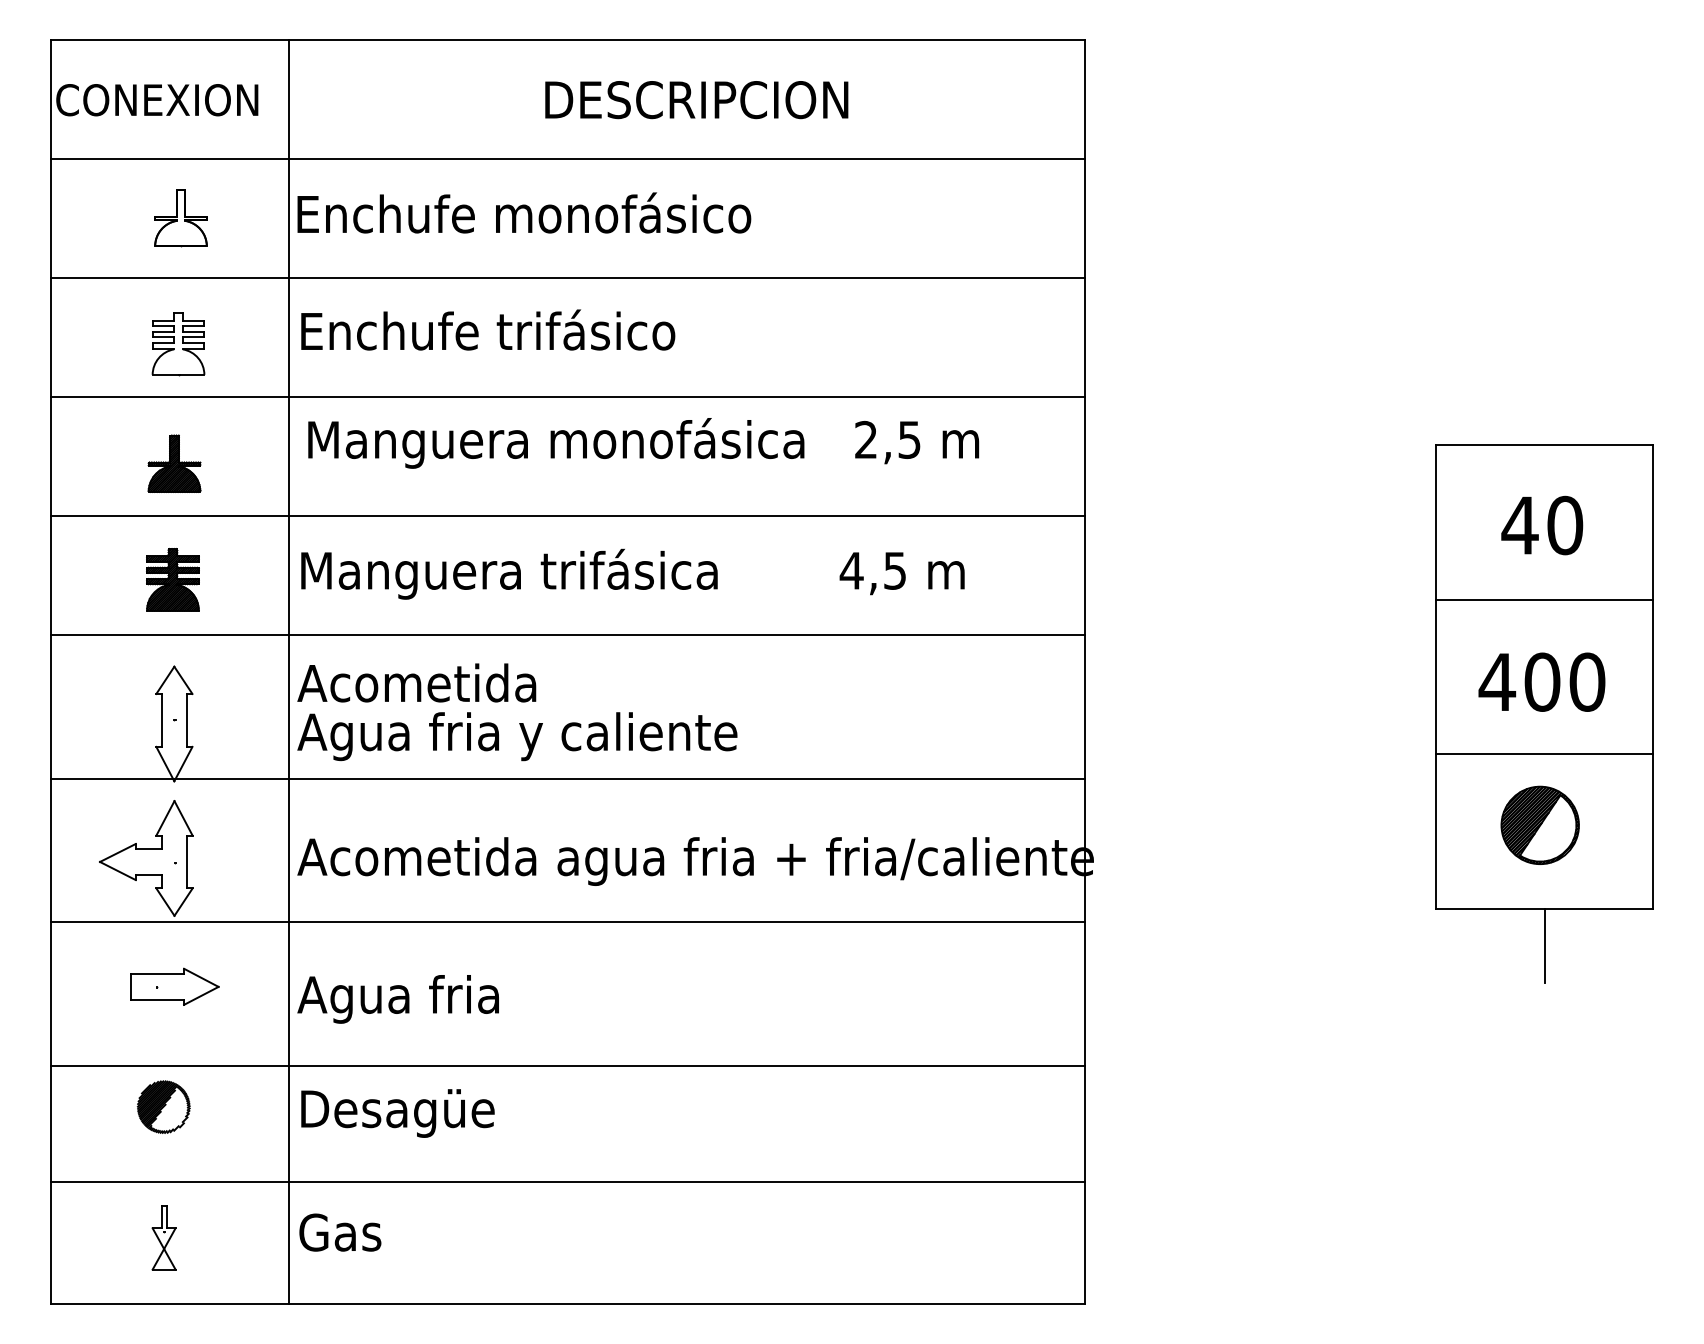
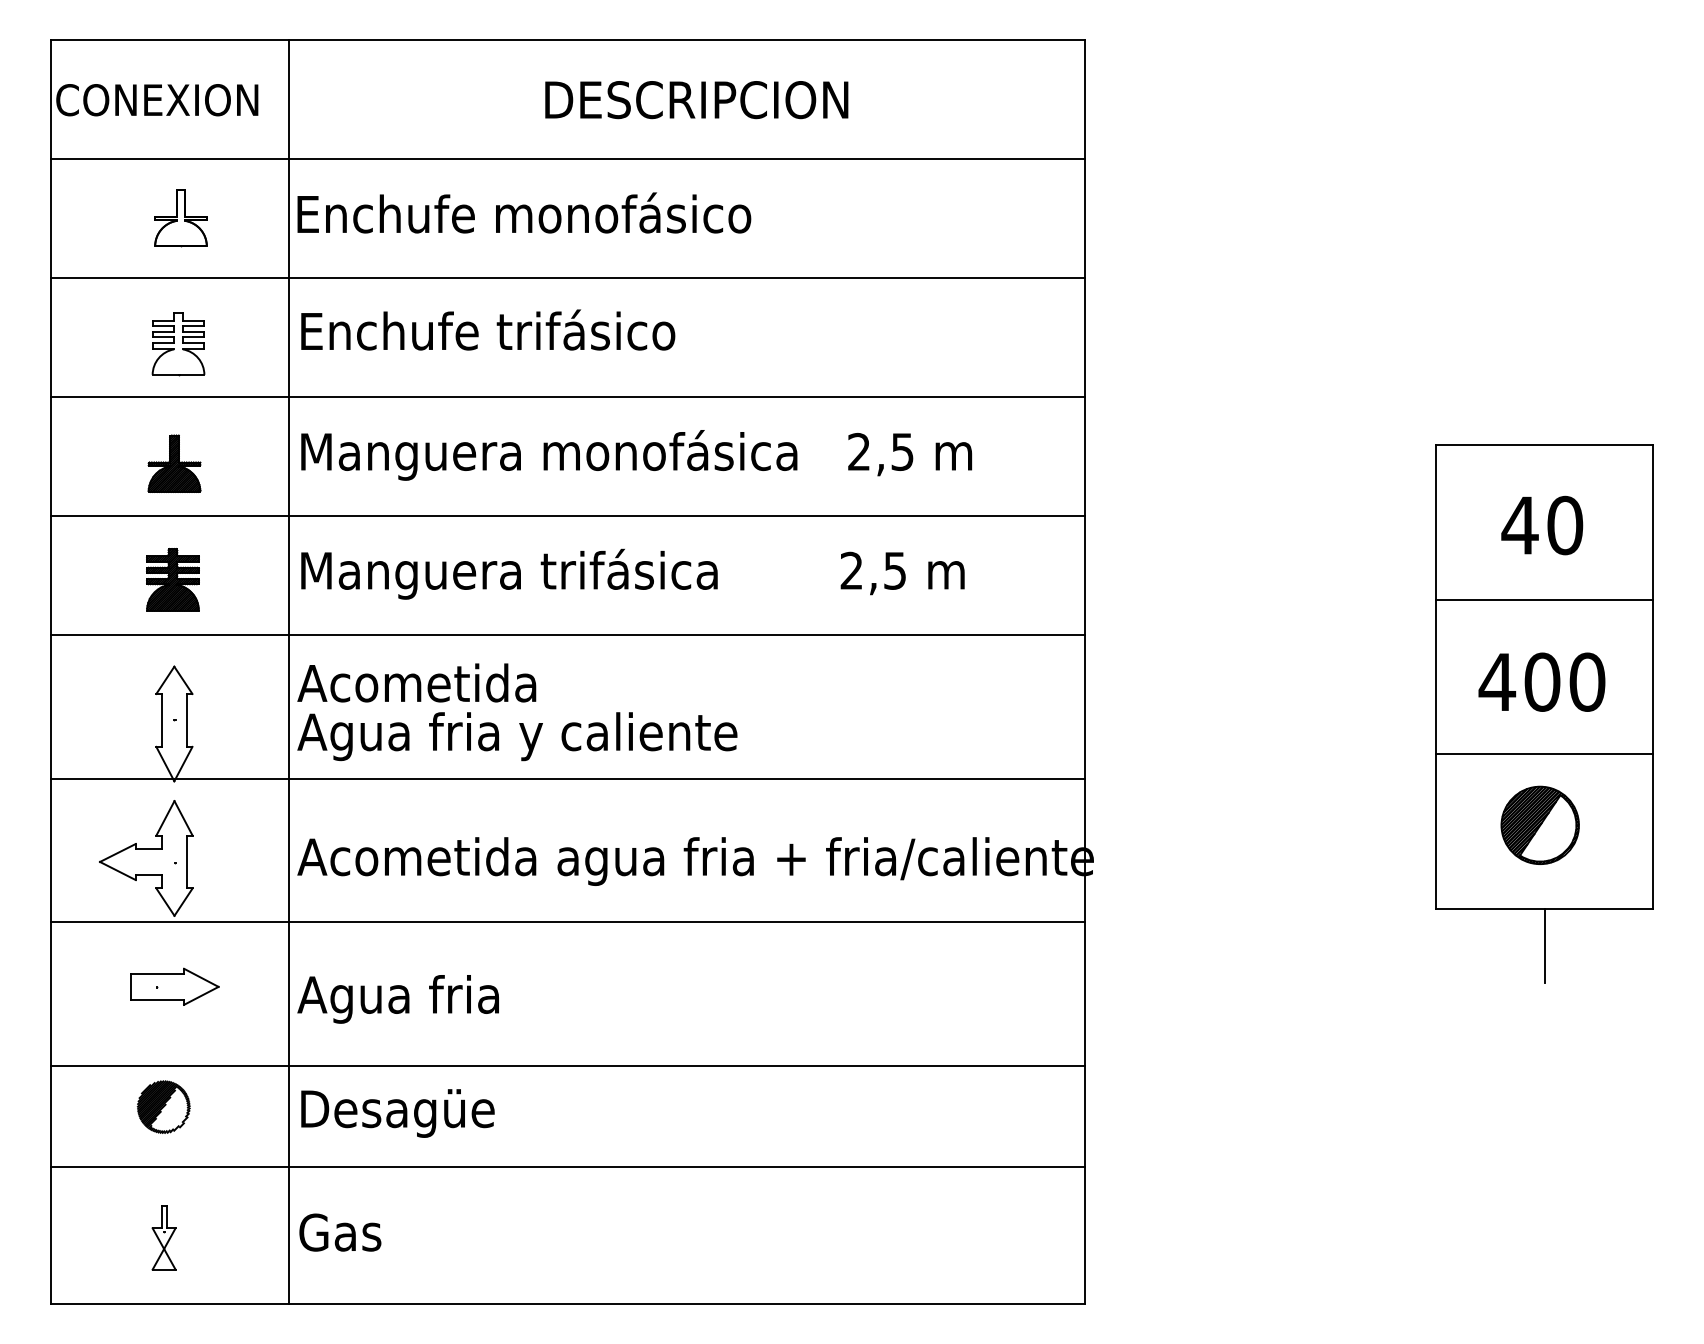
text at (643, 443) position: (643, 443) -> (636, 455)
text at (851, 570): 4,5 -> 2,5
line at (567, 1181) position: (567, 1181) -> (567, 1166)
